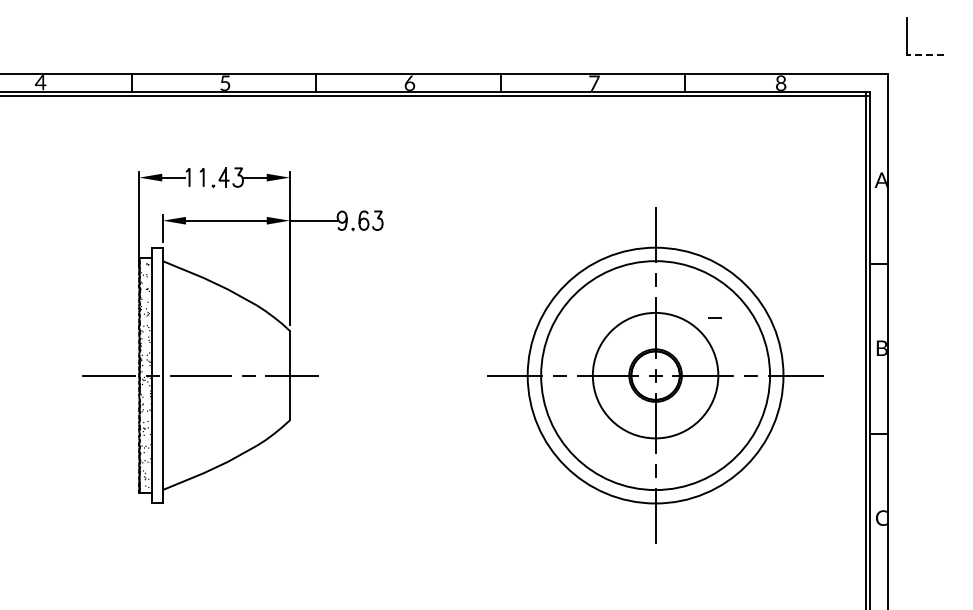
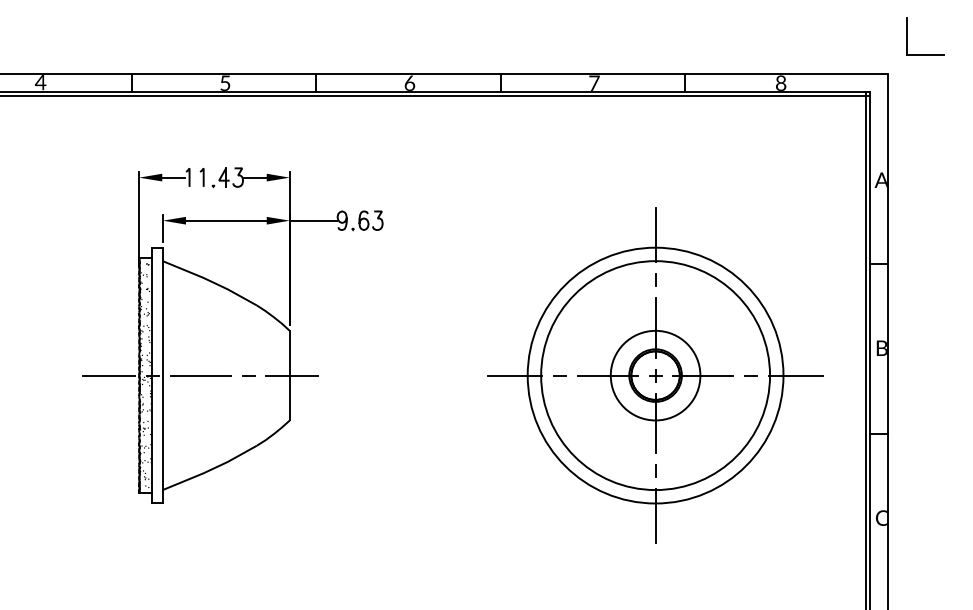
line at (924, 55): dashed -> solid
line at (714, 317): present -> none
circle at (655, 375) diameter: 125 px -> 90 px
